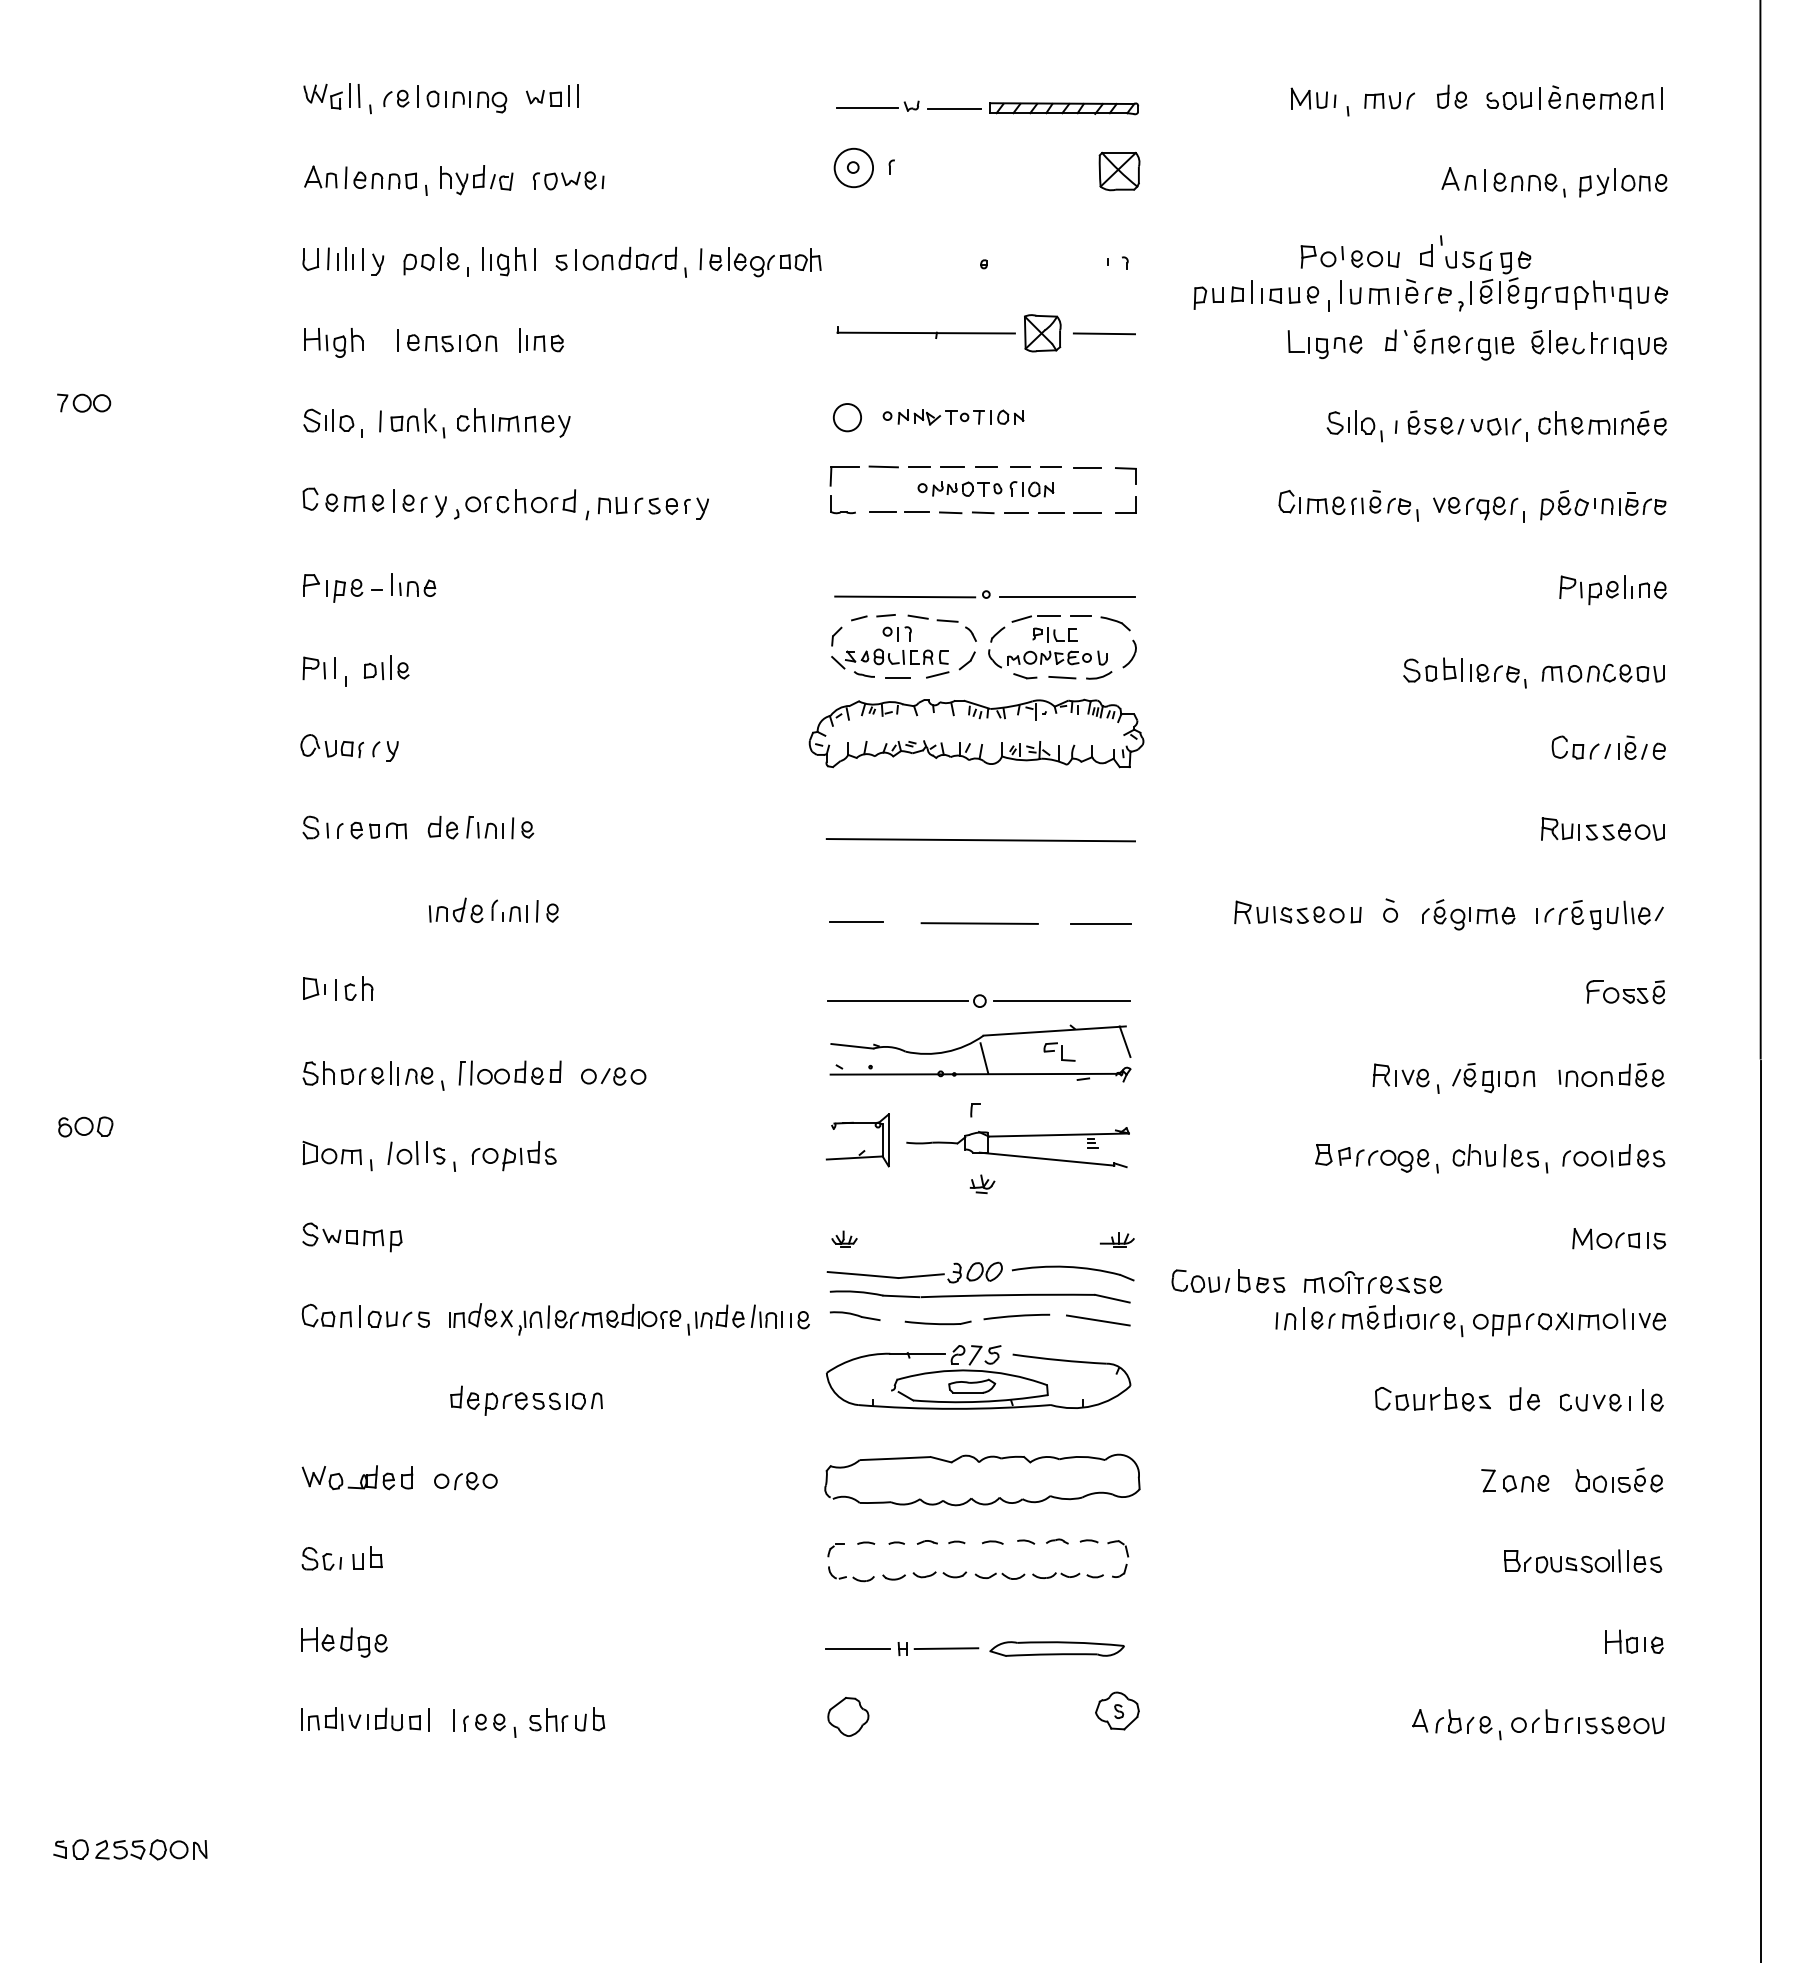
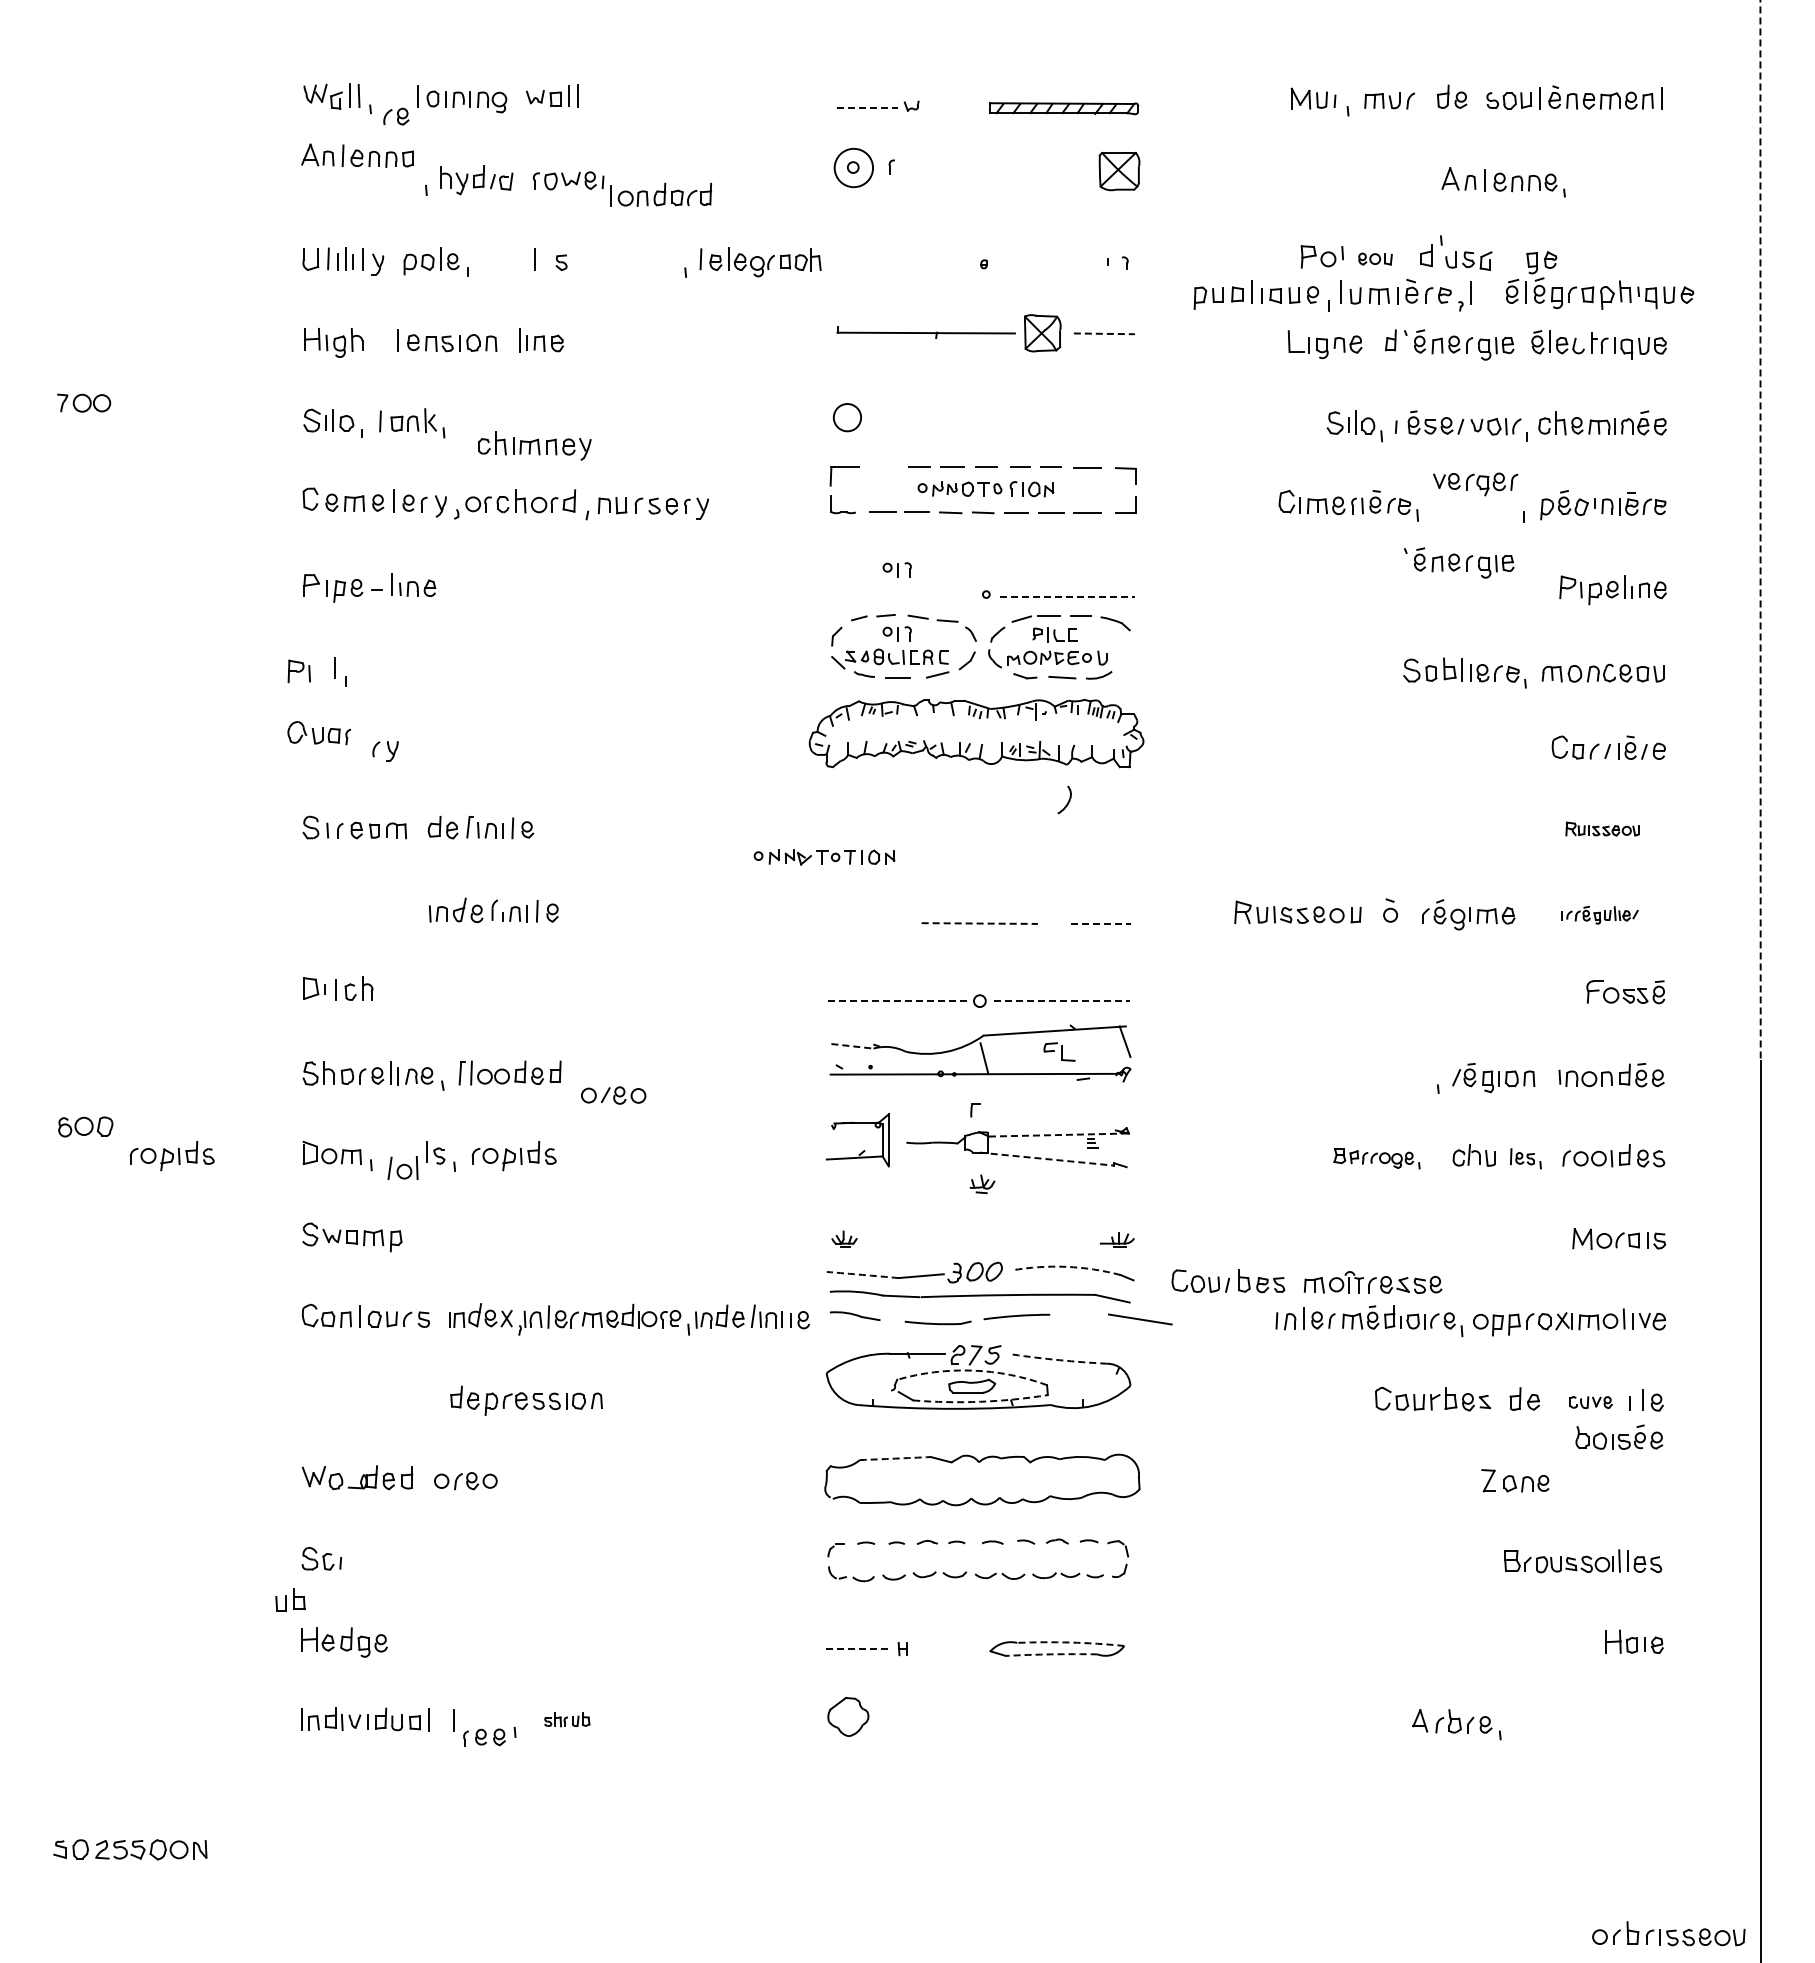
part at (396, 98) position: (396, 98) -> (396, 116)
line at (867, 107): solid -> dashed
line at (954, 108): present -> none
part at (360, 177) position: (360, 177) -> (357, 155)
part at (1623, 182): present -> none
part at (625, 258) position: (625, 258) -> (660, 194)
part at (1375, 258) size: 49x18 px -> 35x14 px
part at (504, 261): present -> none
part at (1577, 286) position: (1577, 286) -> (1603, 286)
line at (1104, 333): solid -> dashed
part at (953, 417) position: (953, 417) -> (824, 857)
part at (513, 422) position: (513, 422) -> (534, 445)
line at (883, 466): present -> none
part at (1475, 508) position: (1475, 508) -> (1475, 484)
line at (1760, 529): solid -> dashed
part at (1459, 562): none -> present
part at (896, 569): none -> present
line at (905, 596): present -> none
line at (1068, 597): solid -> dashed
part at (1129, 653) position: (1129, 653) -> (1064, 799)
part at (386, 667): present -> none
part at (313, 668) position: (313, 668) -> (298, 671)
part at (332, 746) position: (332, 746) -> (319, 733)
part at (1602, 828) size: 124x24 px -> 75x16 px
line at (980, 840): present -> none
part at (1599, 915) size: 128x31 px -> 78x20 px
line at (856, 922): present -> none
line at (980, 923): solid -> dashed
line at (1101, 923): solid -> dashed
line at (897, 1001): solid -> dashed
line at (1062, 1001): solid -> dashed
line at (852, 1046): solid -> dashed
part at (1400, 1075): present -> none
part at (613, 1076) position: (613, 1076) -> (613, 1095)
line at (1059, 1135): solid -> dashed
part at (402, 1152) position: (402, 1152) -> (402, 1167)
part at (171, 1156): none -> present
part at (1376, 1158) size: 124x30 px -> 88x22 px
part at (1525, 1158) size: 46x30 px -> 32x22 px
line at (1047, 1159): solid -> dashed
arc at (1066, 1266): solid -> dashed
arc at (862, 1274): solid -> dashed
line at (1098, 1320) position: (1098, 1320) -> (1140, 1319)
arc at (1059, 1360): solid -> dashed
arc at (972, 1370): solid -> dashed
arc at (980, 1401): solid -> dashed
part at (1590, 1402) size: 62x19 px -> 44x14 px
arc at (895, 1458): solid -> dashed
part at (1619, 1479) position: (1619, 1479) -> (1619, 1436)
part at (367, 1557) position: (367, 1557) -> (290, 1599)
arc at (1070, 1642): solid -> dashed
line at (946, 1648): present -> none
line at (858, 1649): solid -> dashed
arc at (1051, 1654): solid -> dashed
part at (1117, 1710): present -> none
part at (567, 1719) size: 77x25 px -> 47x16 px
part at (1587, 1721) position: (1587, 1721) -> (1668, 1933)
part at (484, 1722) position: (484, 1722) -> (484, 1737)
